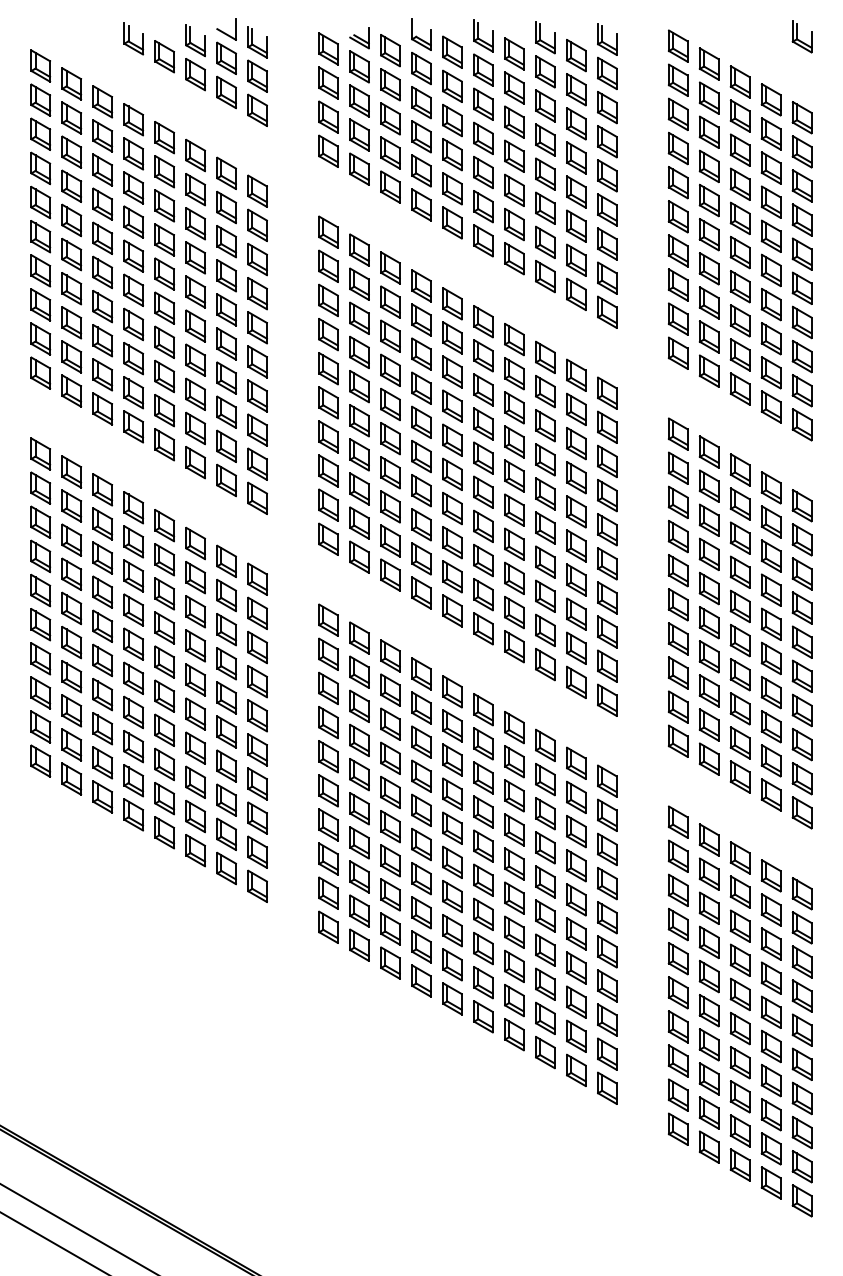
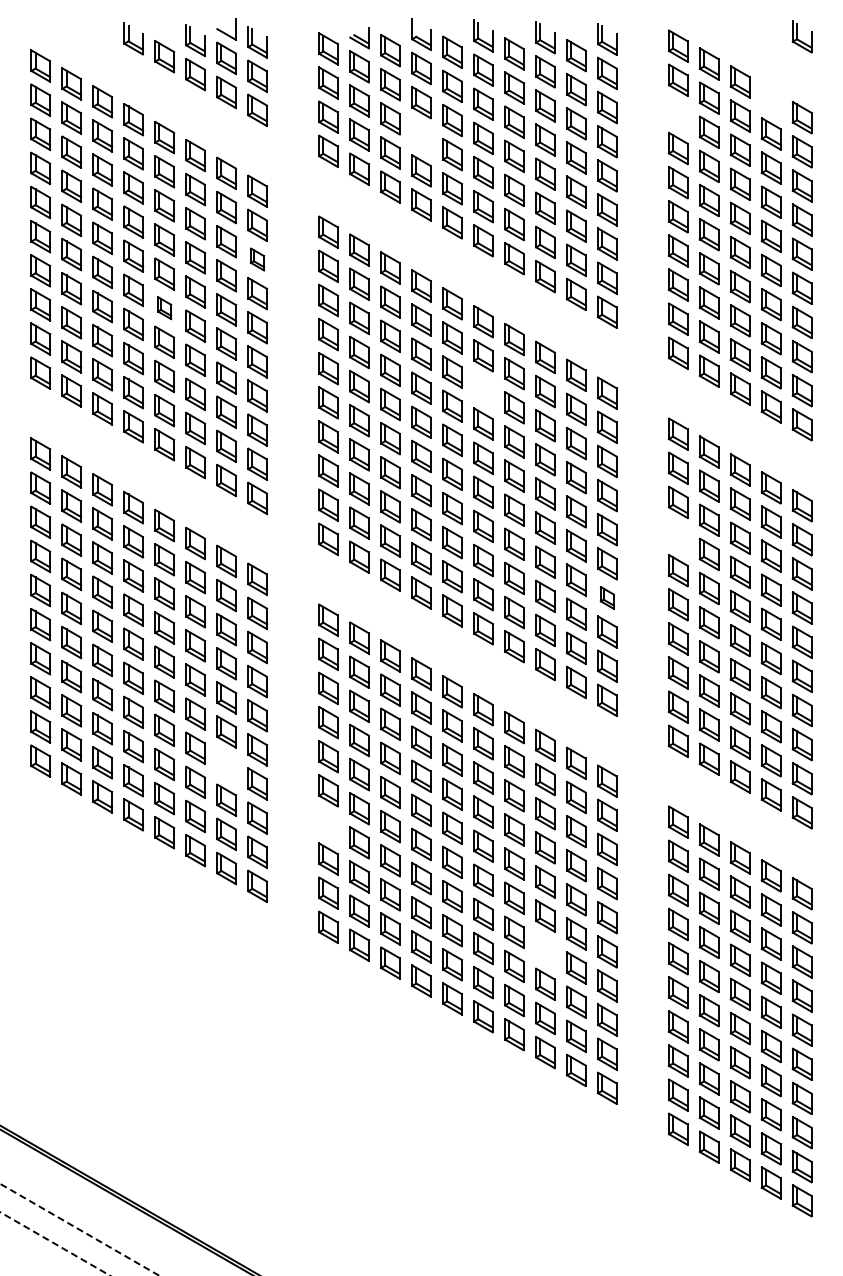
part at (770, 99): present -> none
part at (677, 113): present -> none
part at (421, 136): present -> none
part at (257, 259) size: 21x35 px -> 16x25 px
part at (164, 307) size: 21x34 px -> 16x25 px
part at (483, 389): present -> none
part at (677, 536): present -> none
part at (607, 597) size: 21x34 px -> 16x24 px
part at (226, 765): present -> none
part at (328, 824): present -> none
part at (545, 949): present -> none
line at (80, 1230): solid -> dashed
line at (55, 1243): solid -> dashed
